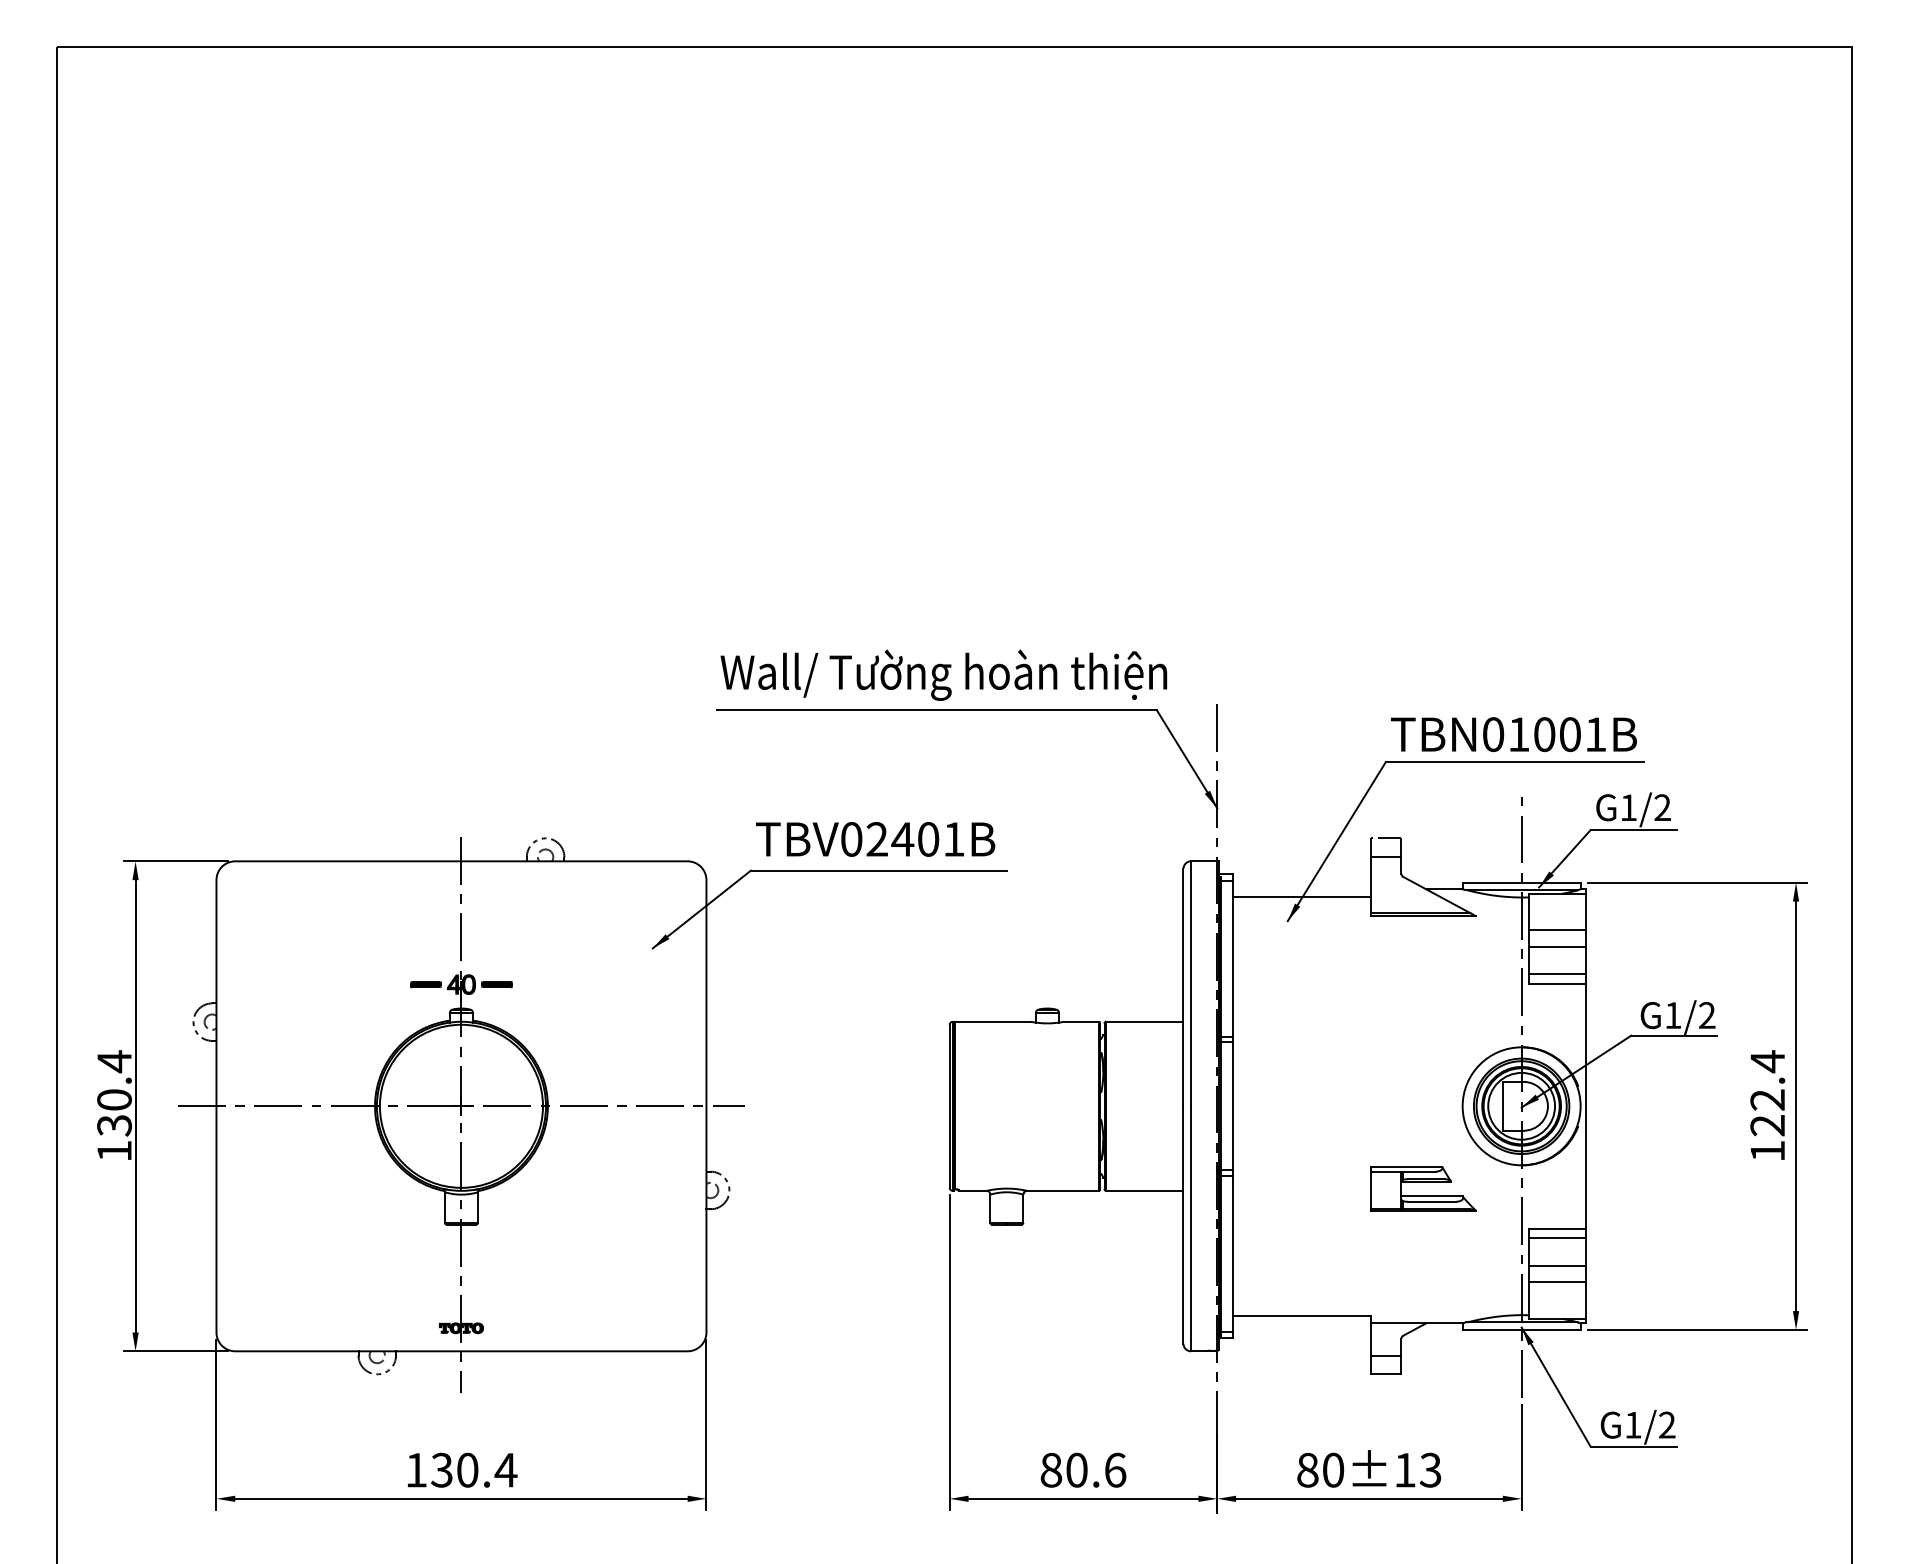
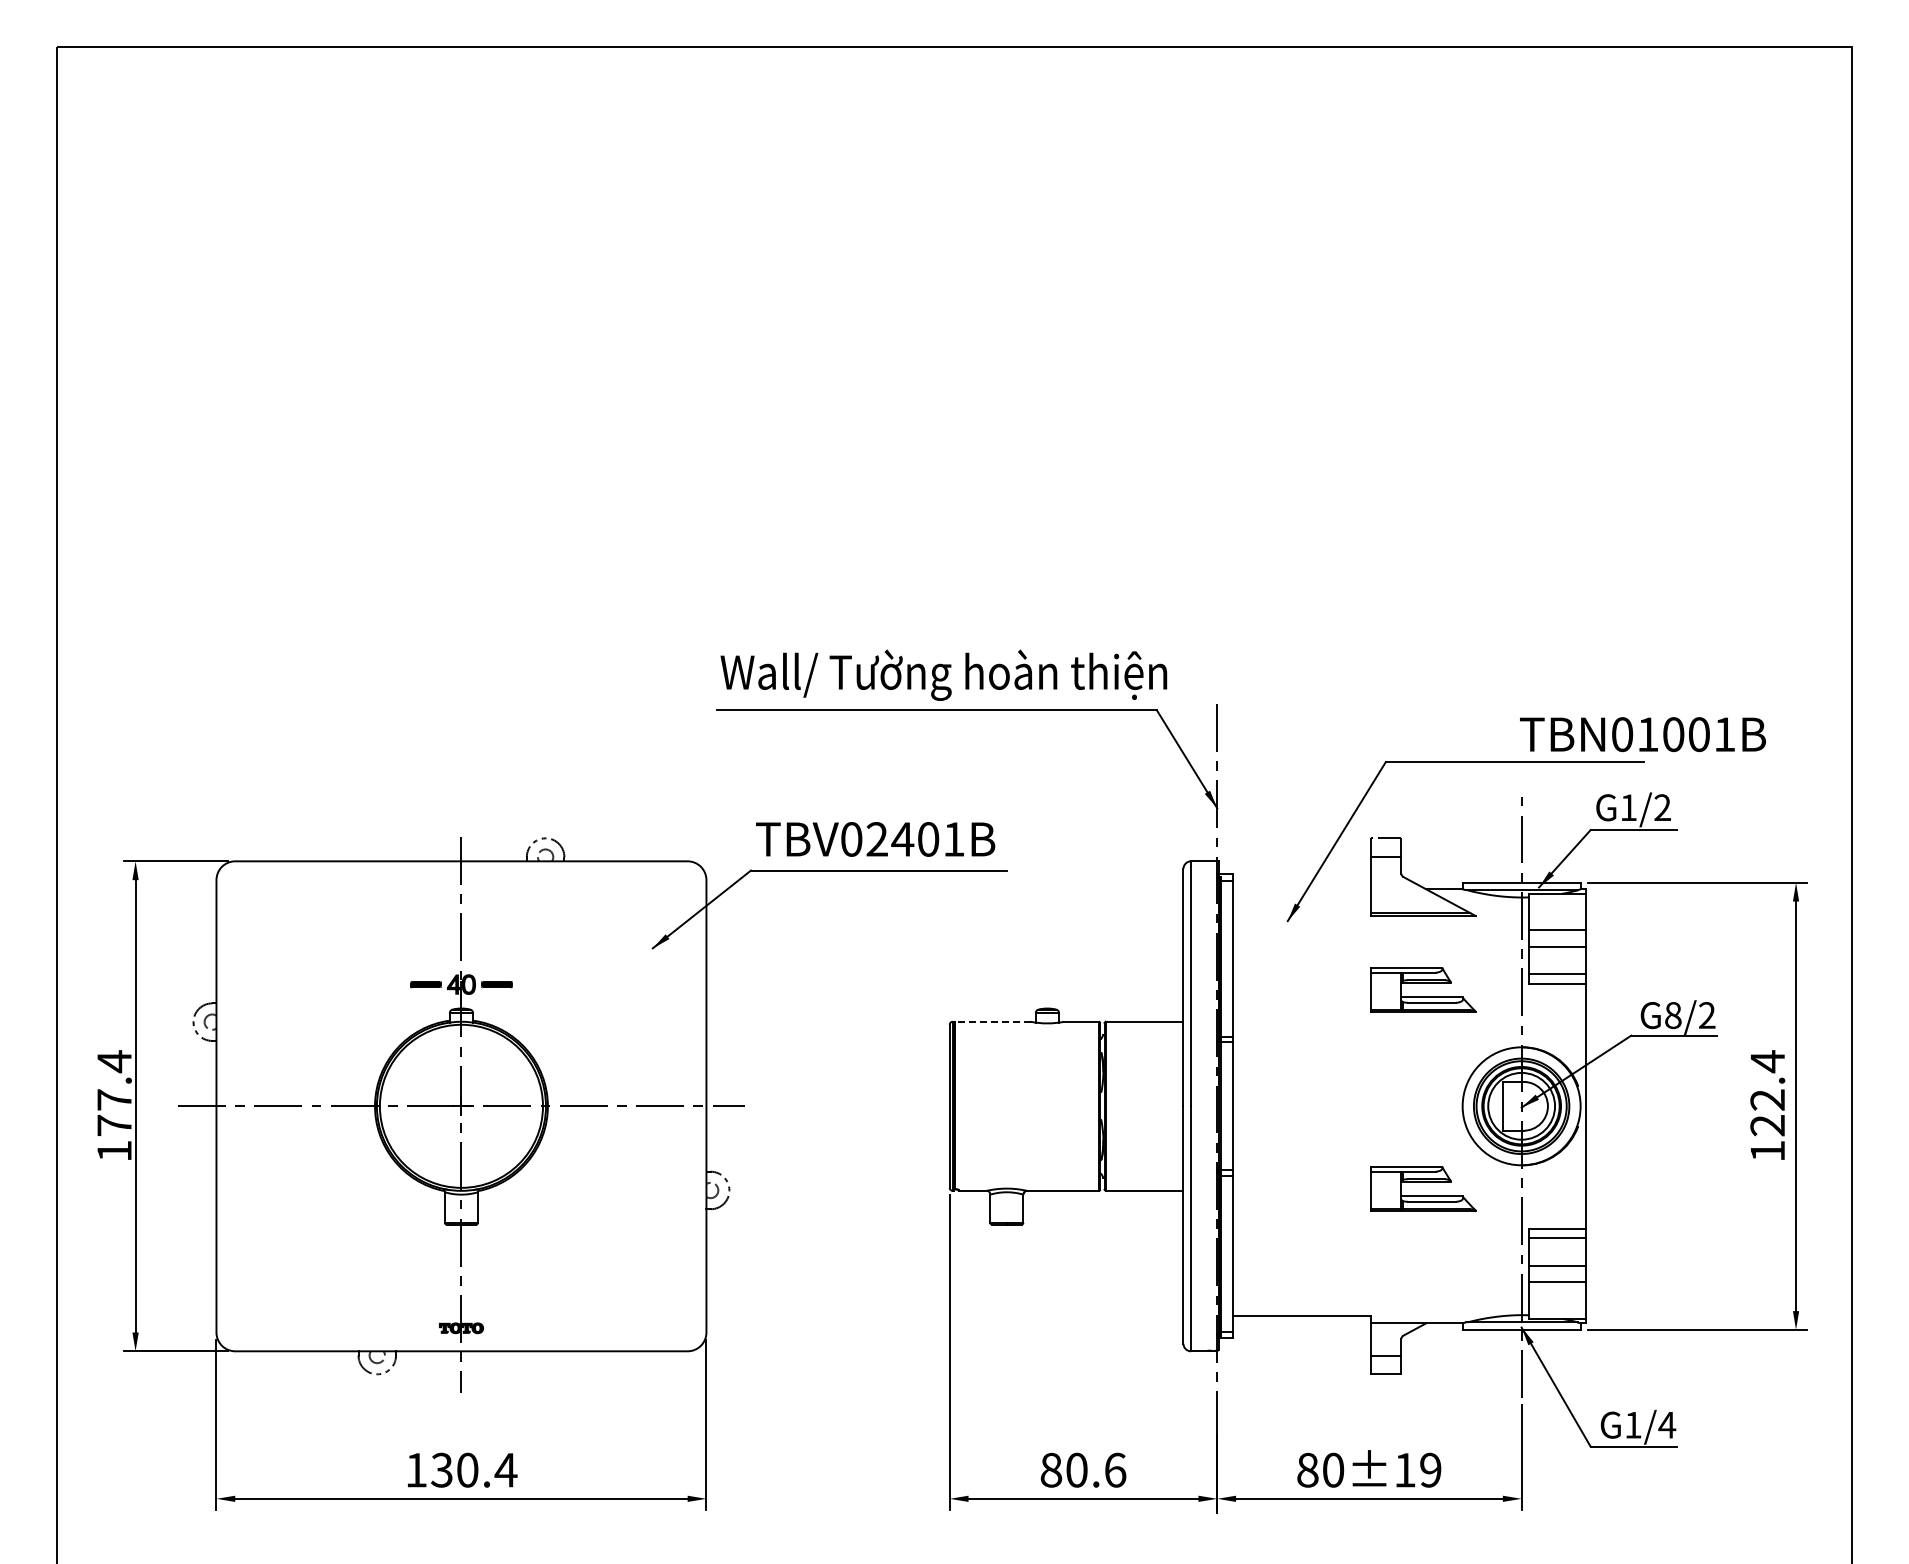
text at (1513, 734) position: (1513, 734) -> (1642, 734)
line at (1301, 896): present -> none
part at (1423, 989): none -> present
text at (1673, 1015): G1/2 -> G8/2
line at (993, 1021): solid -> dashed
text at (114, 1112): 130.4 -> 177.4
text at (1667, 1424): G1/2 -> G1/4
text at (1430, 1470): 80±13 -> 80±19
